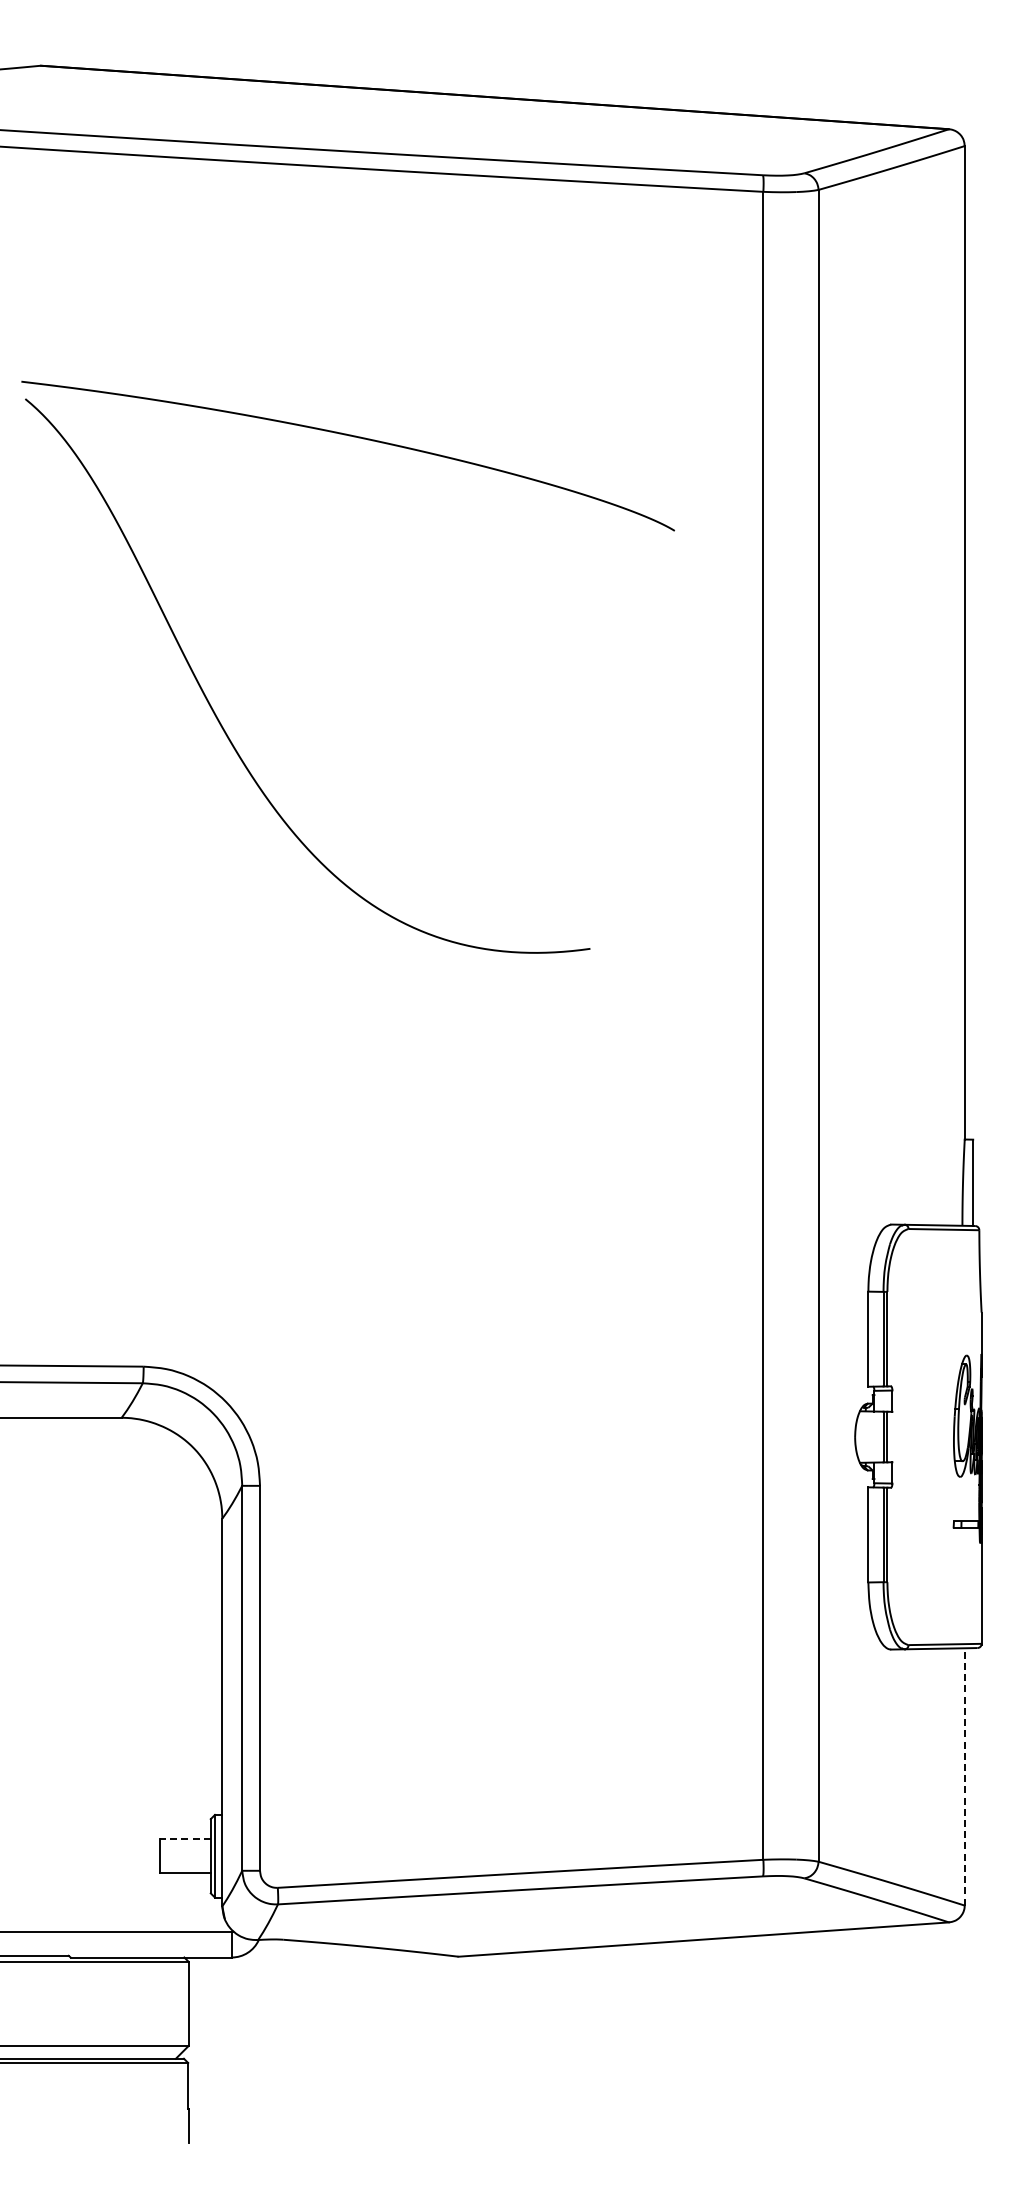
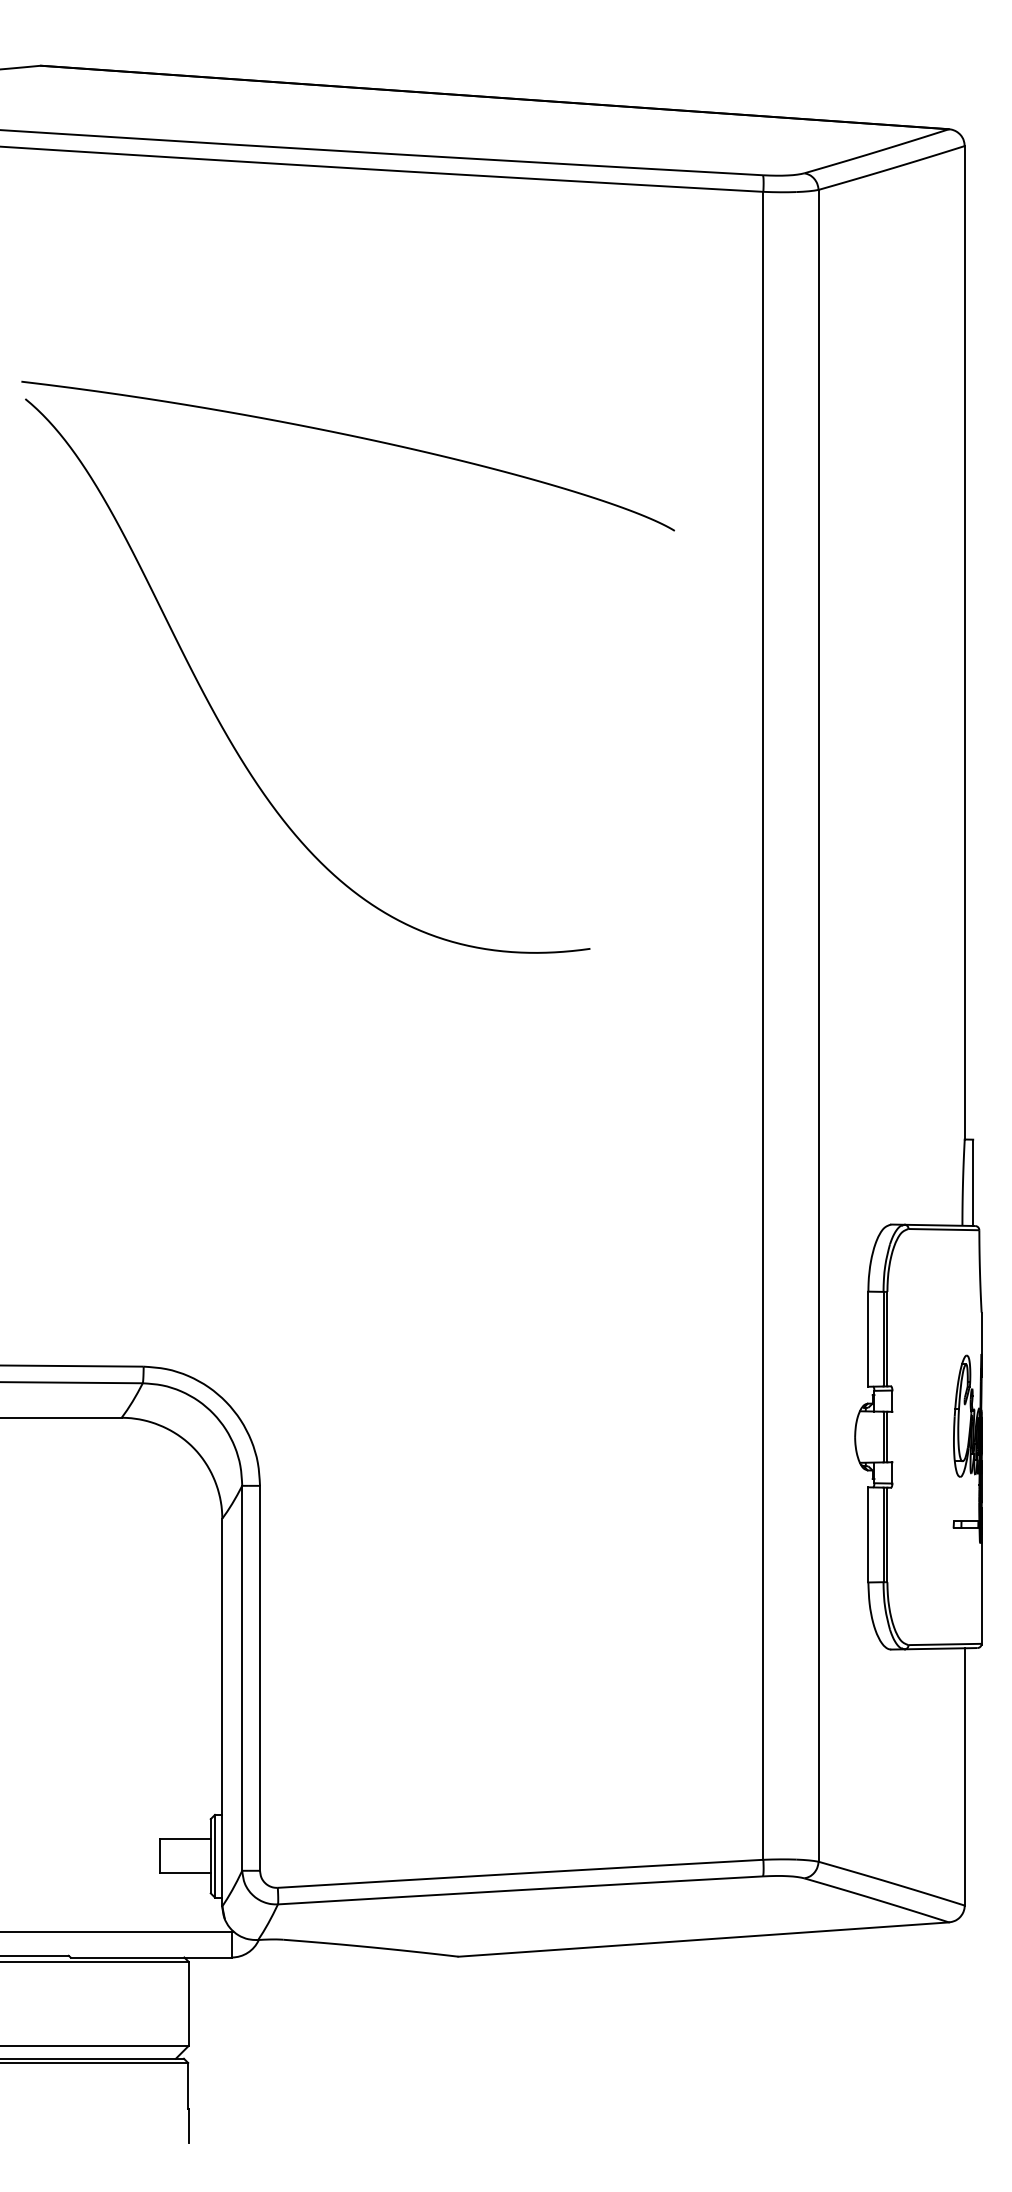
line at (964, 1776): dashed -> solid
line at (184, 1839): dashed -> solid
